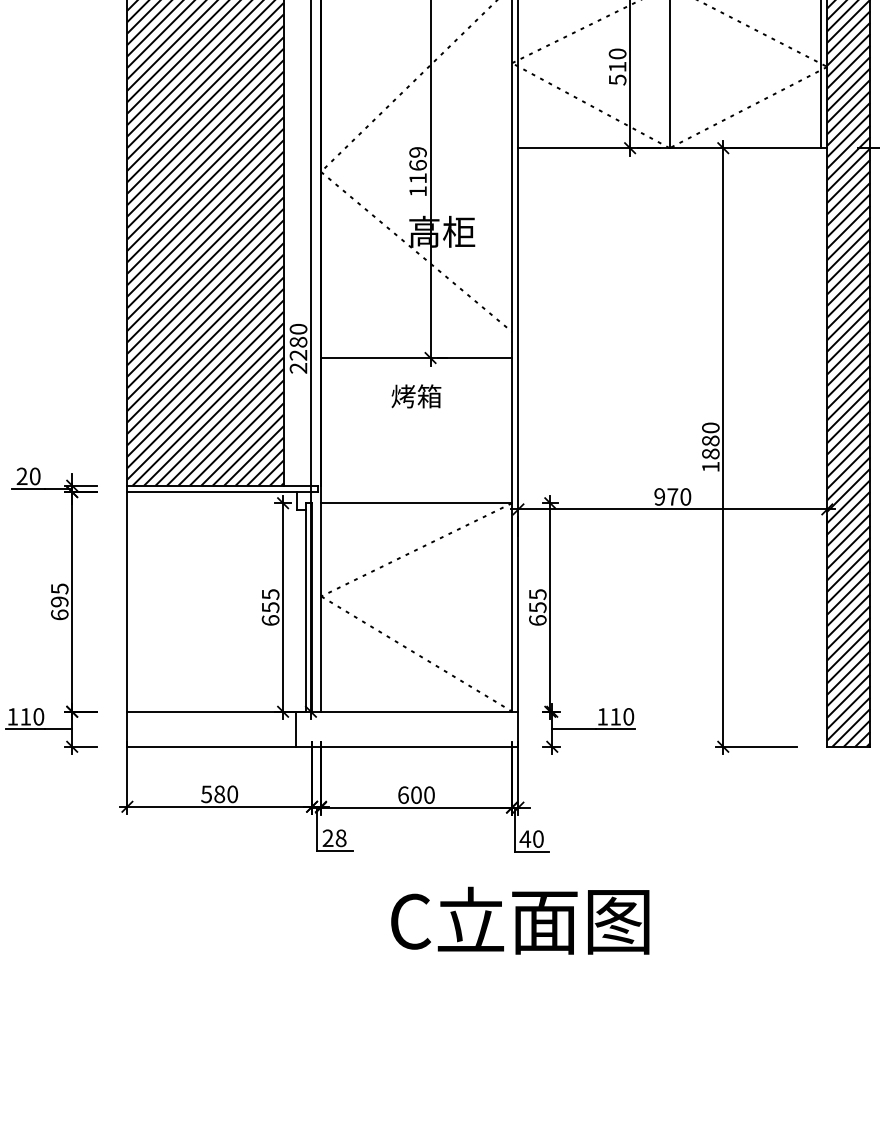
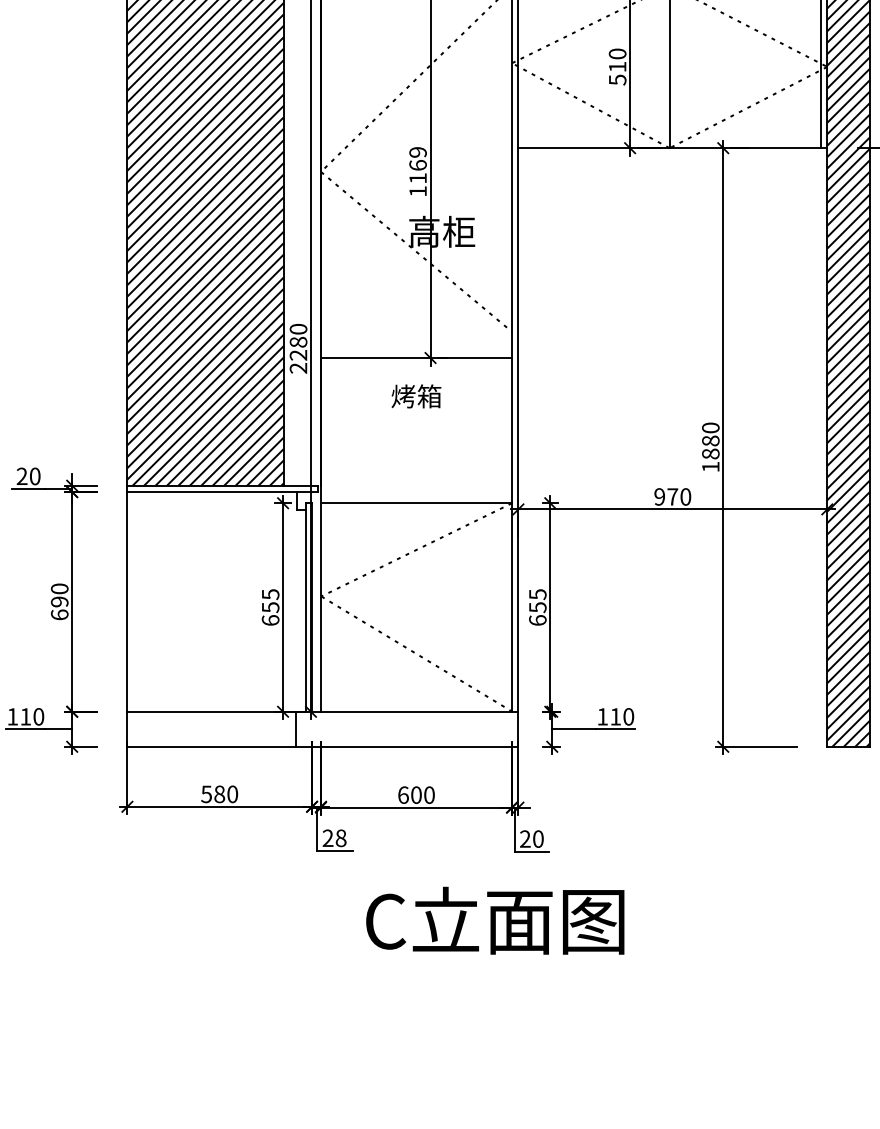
text at (59, 588): 695 -> 690
text at (525, 838): 40 -> 20
text at (520, 920) position: (520, 920) -> (495, 920)
